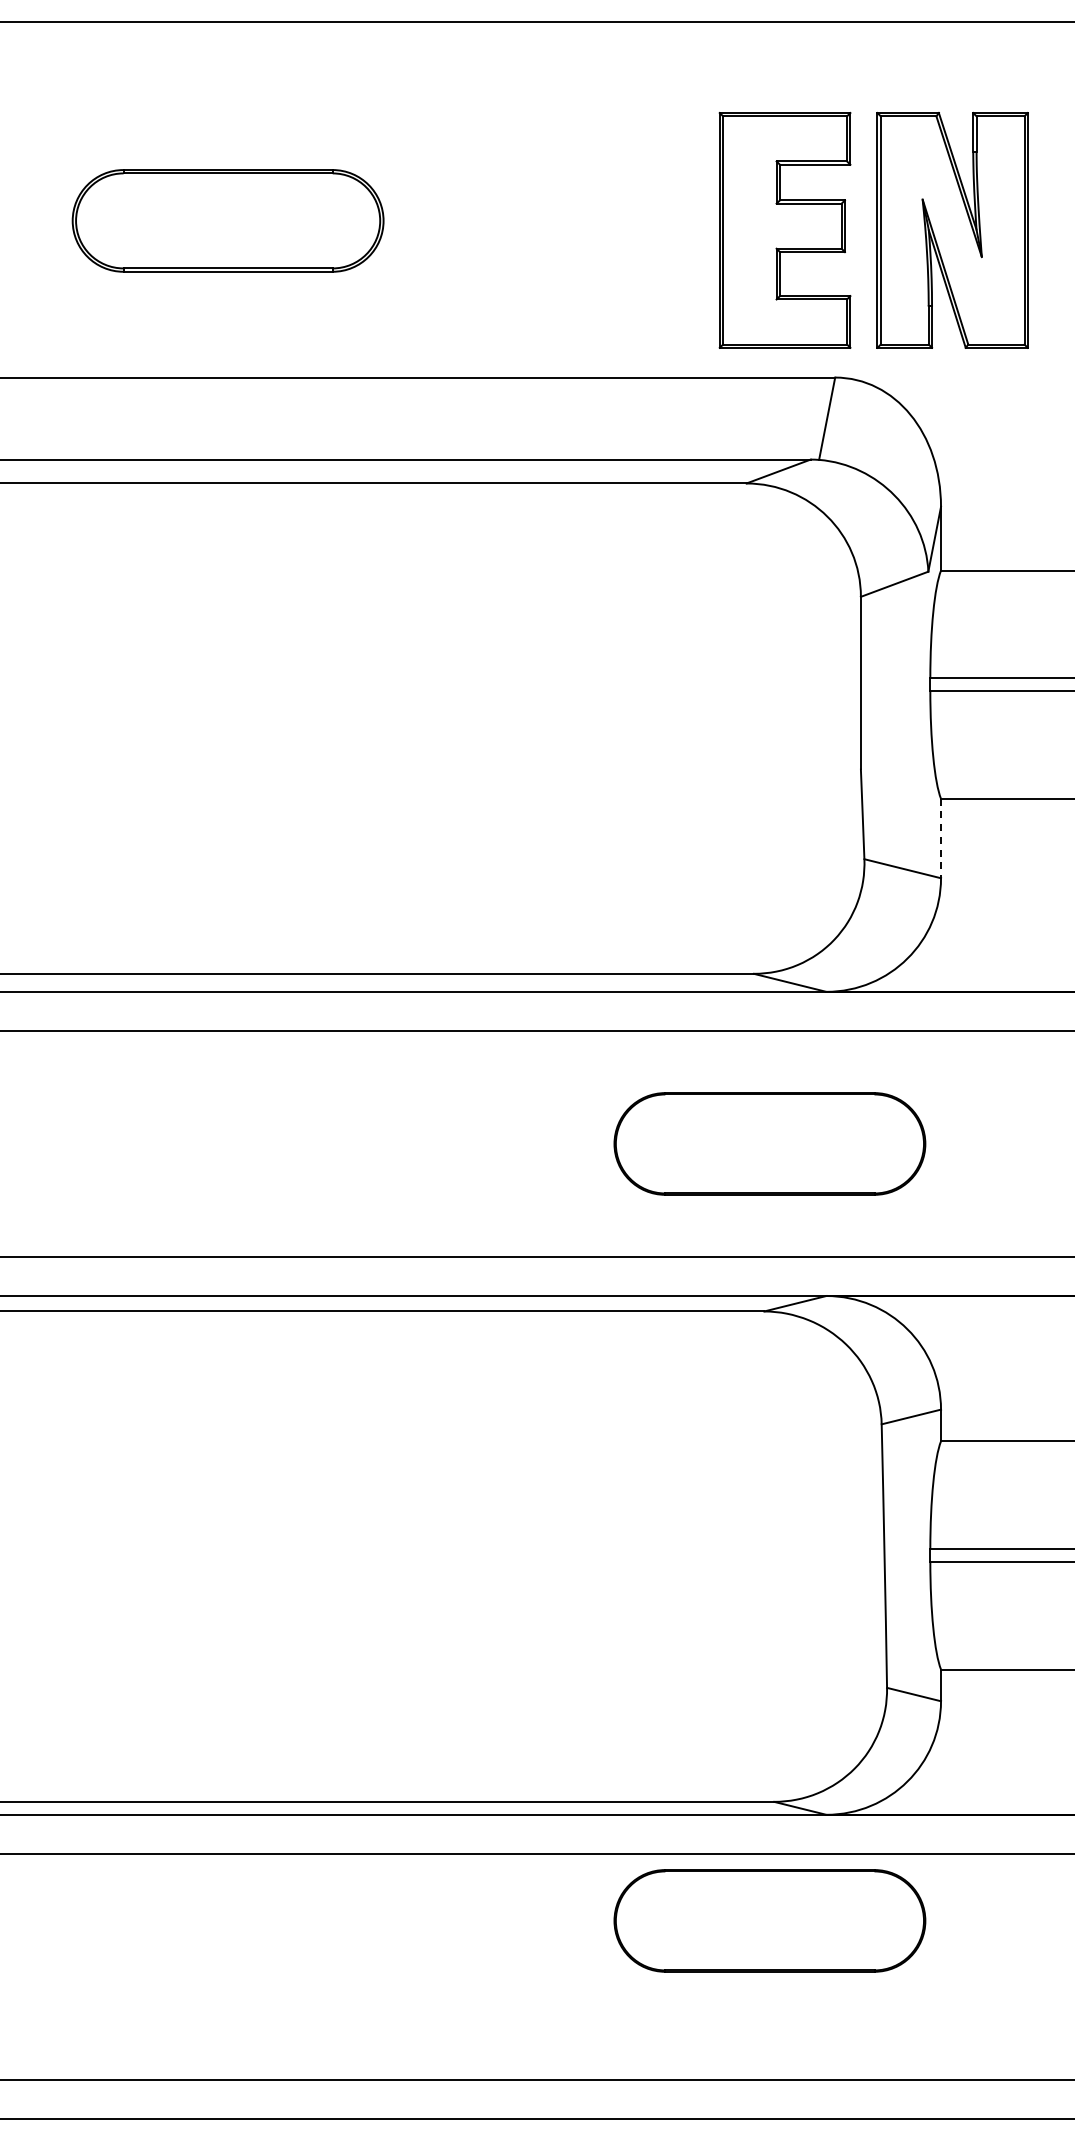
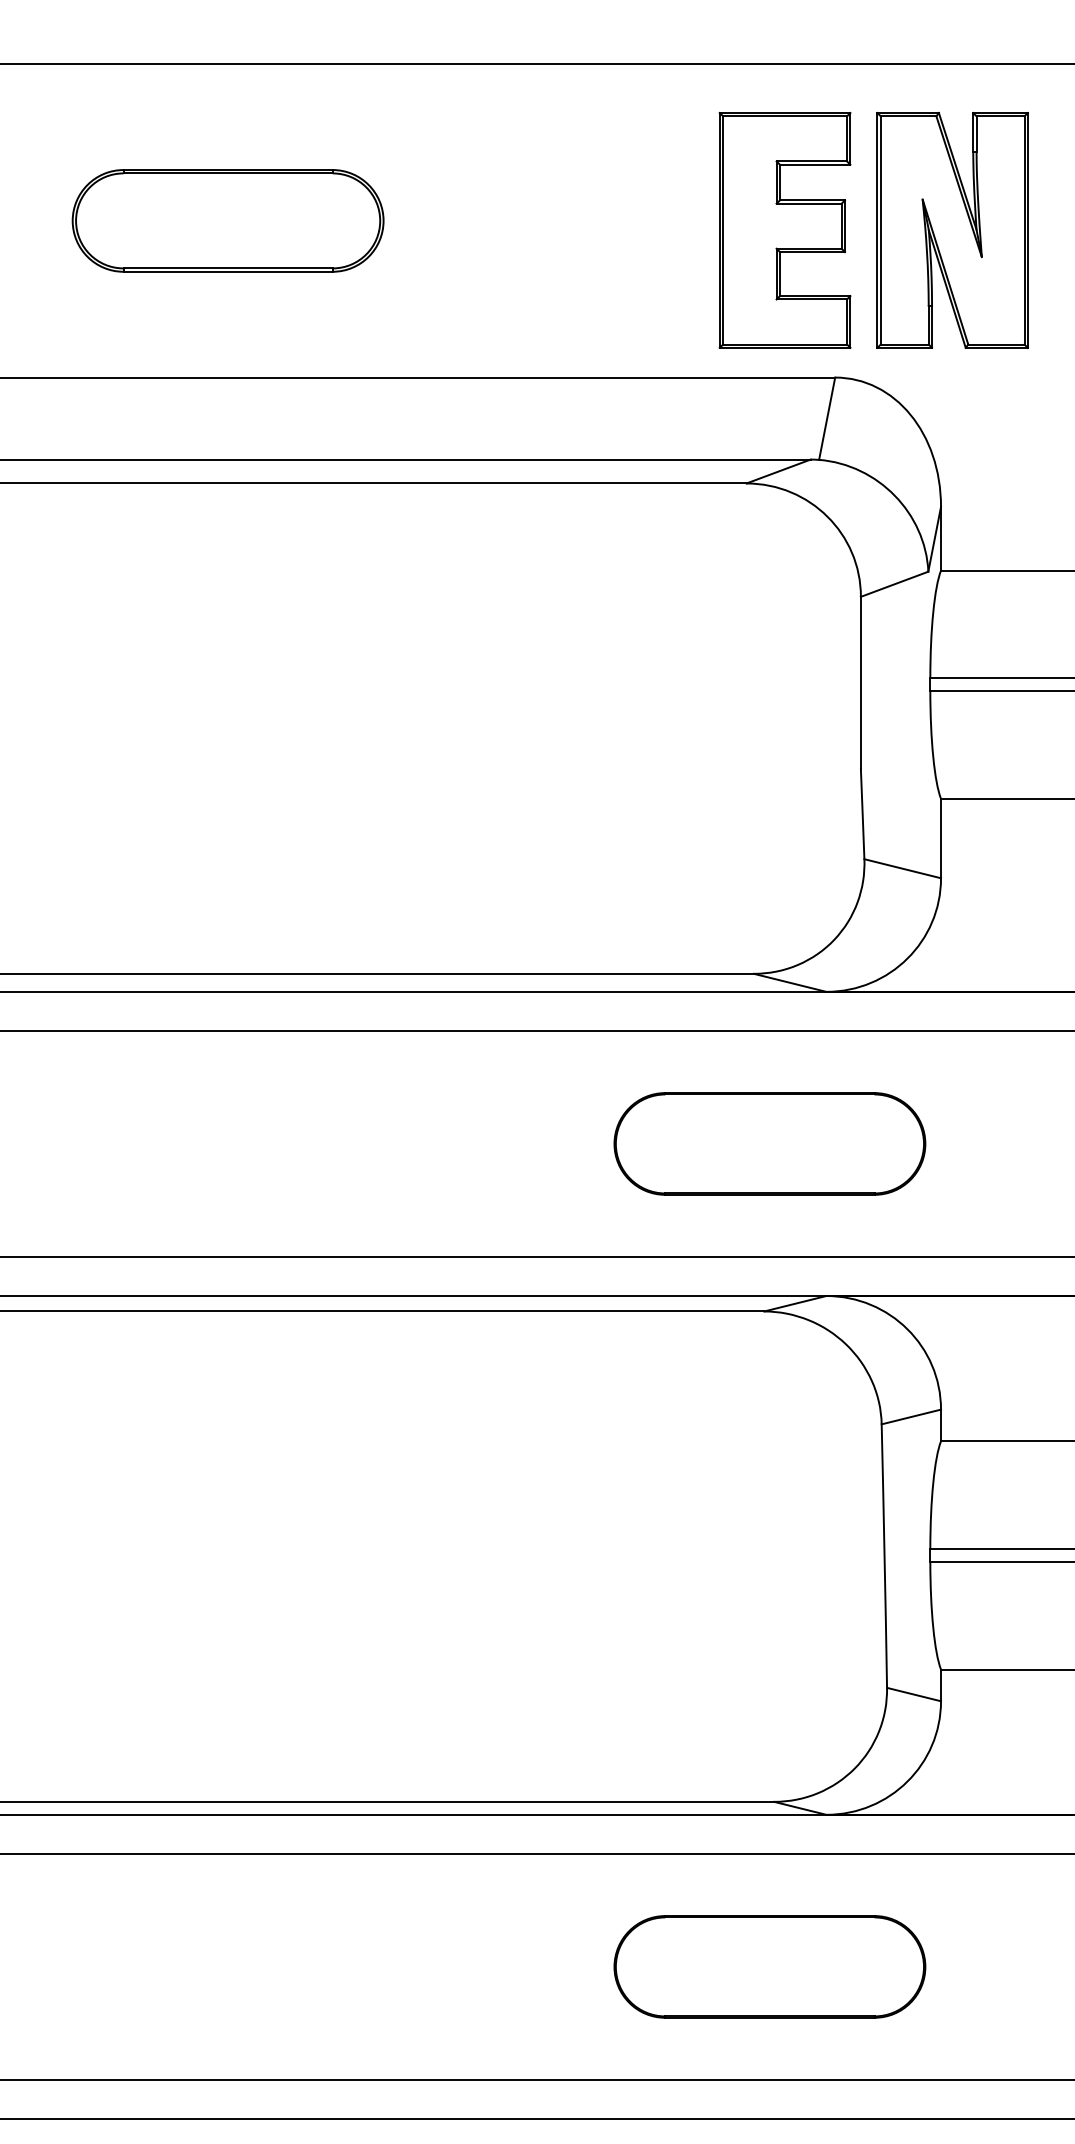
line at (536, 22) position: (536, 22) -> (536, 64)
line at (941, 838): dashed -> solid
part at (769, 1920) position: (769, 1920) -> (769, 1966)
